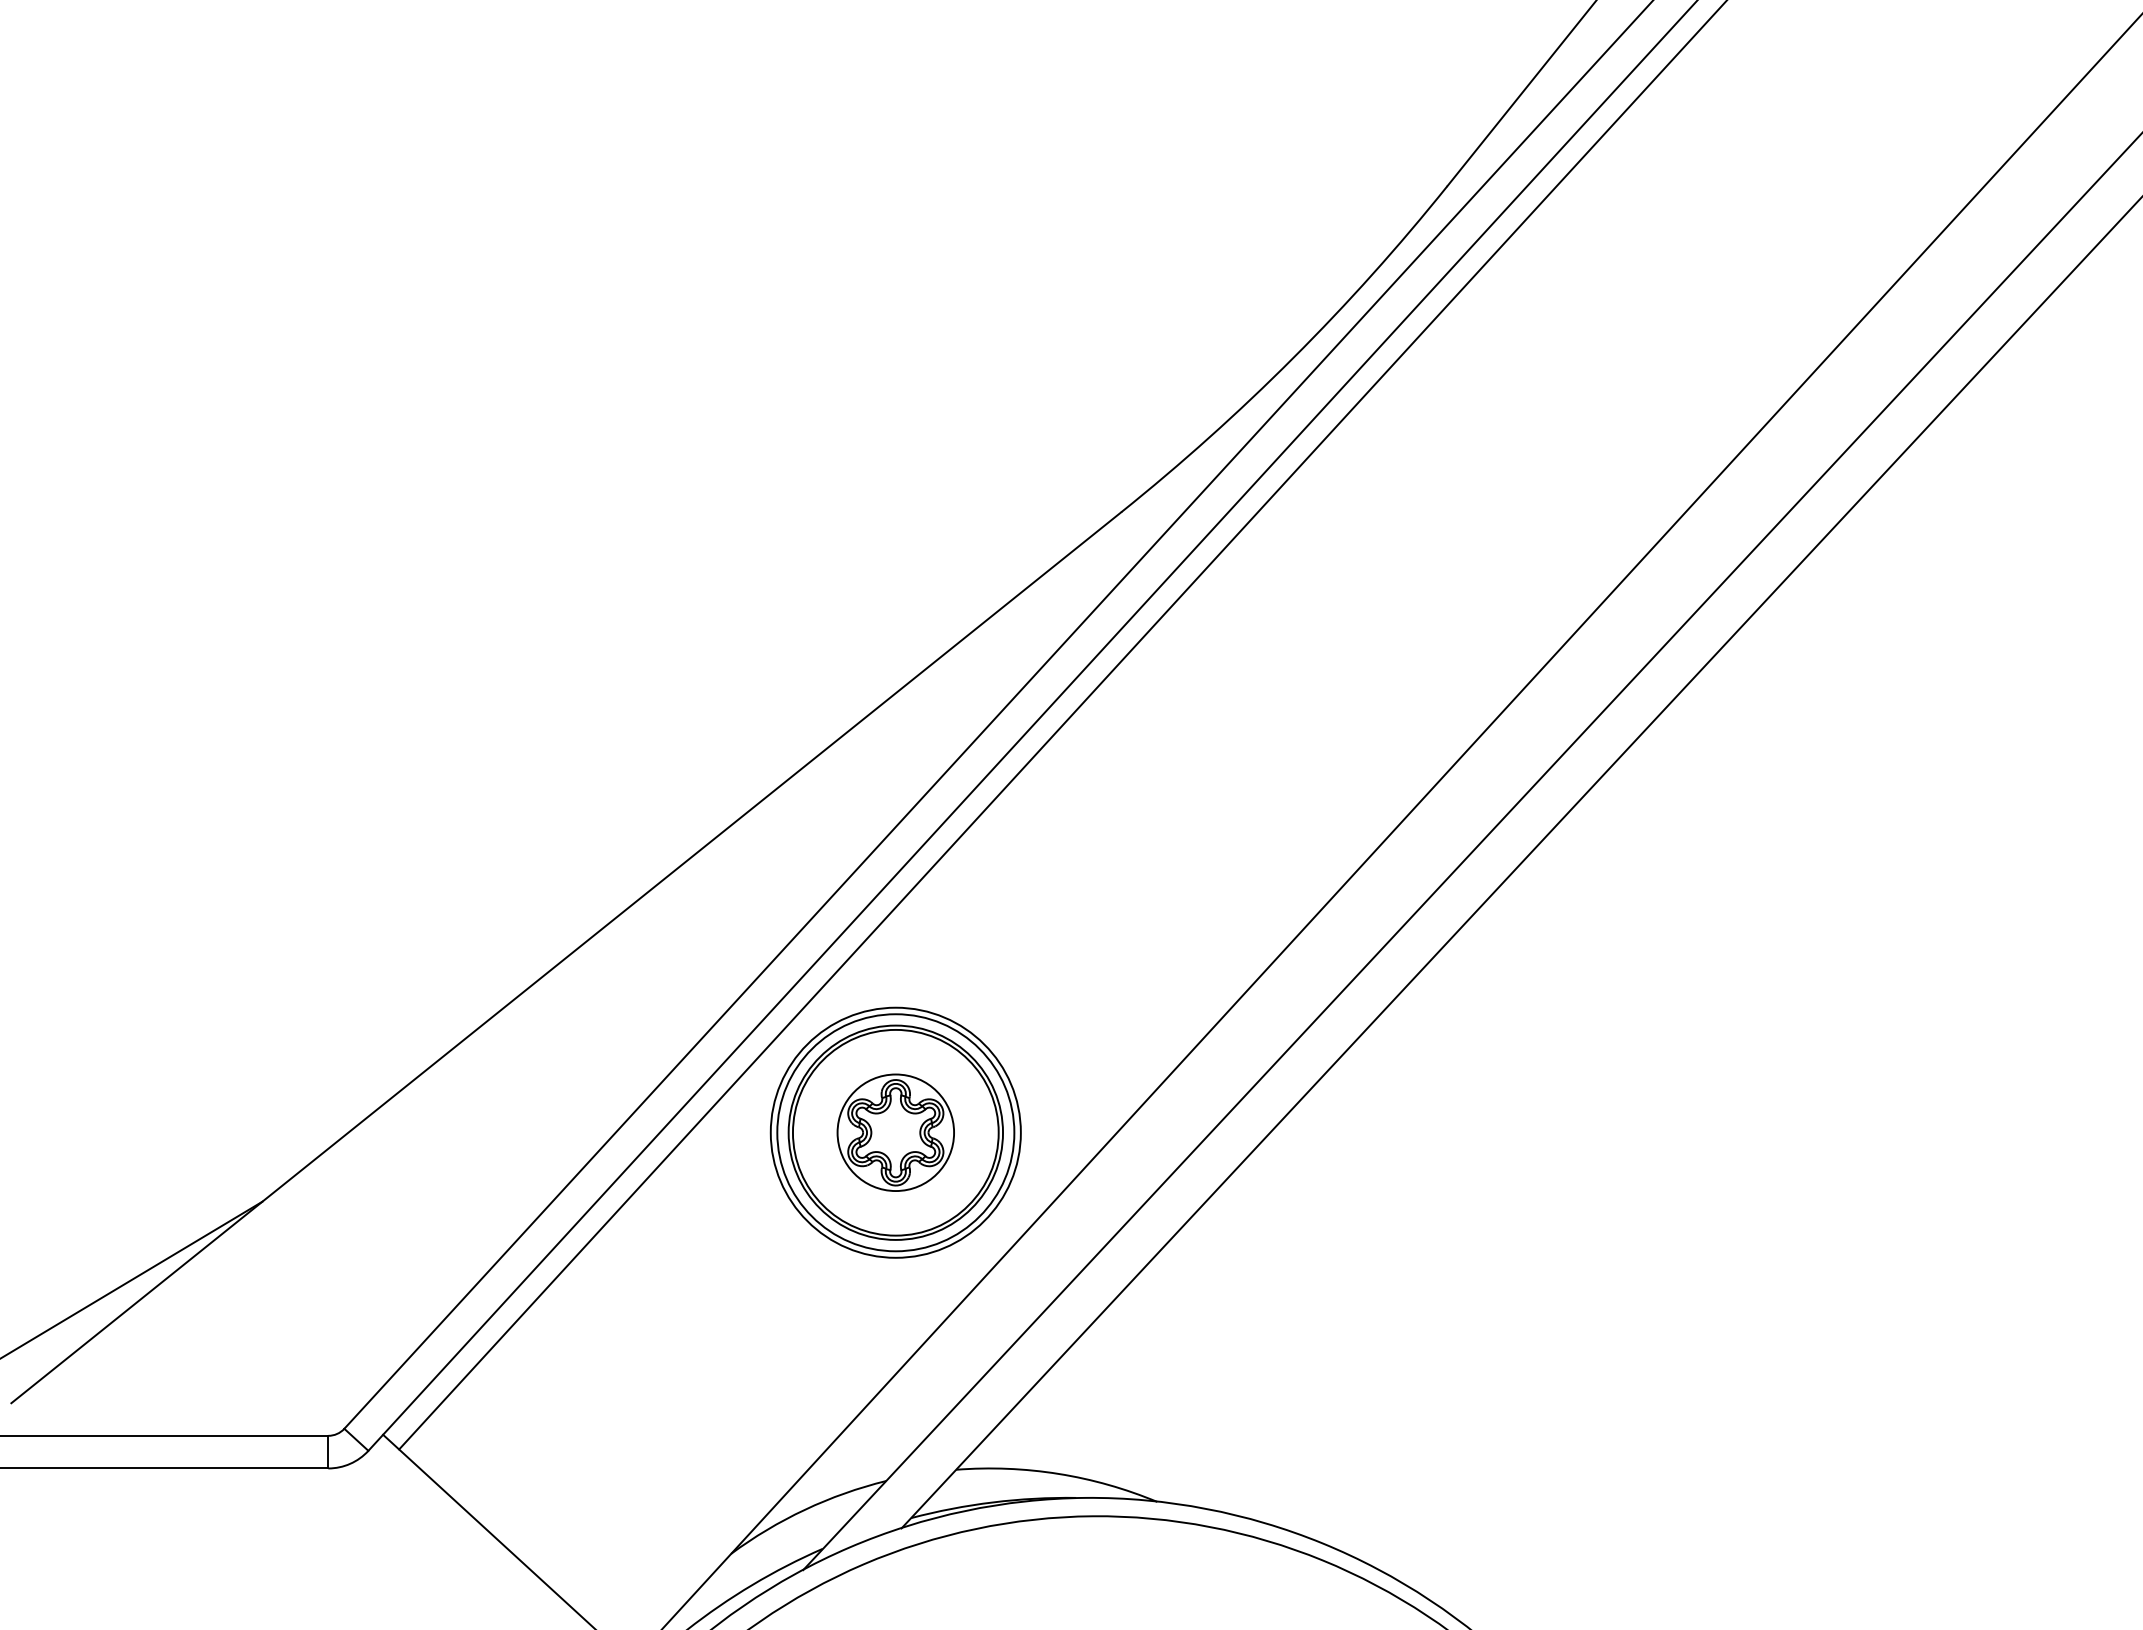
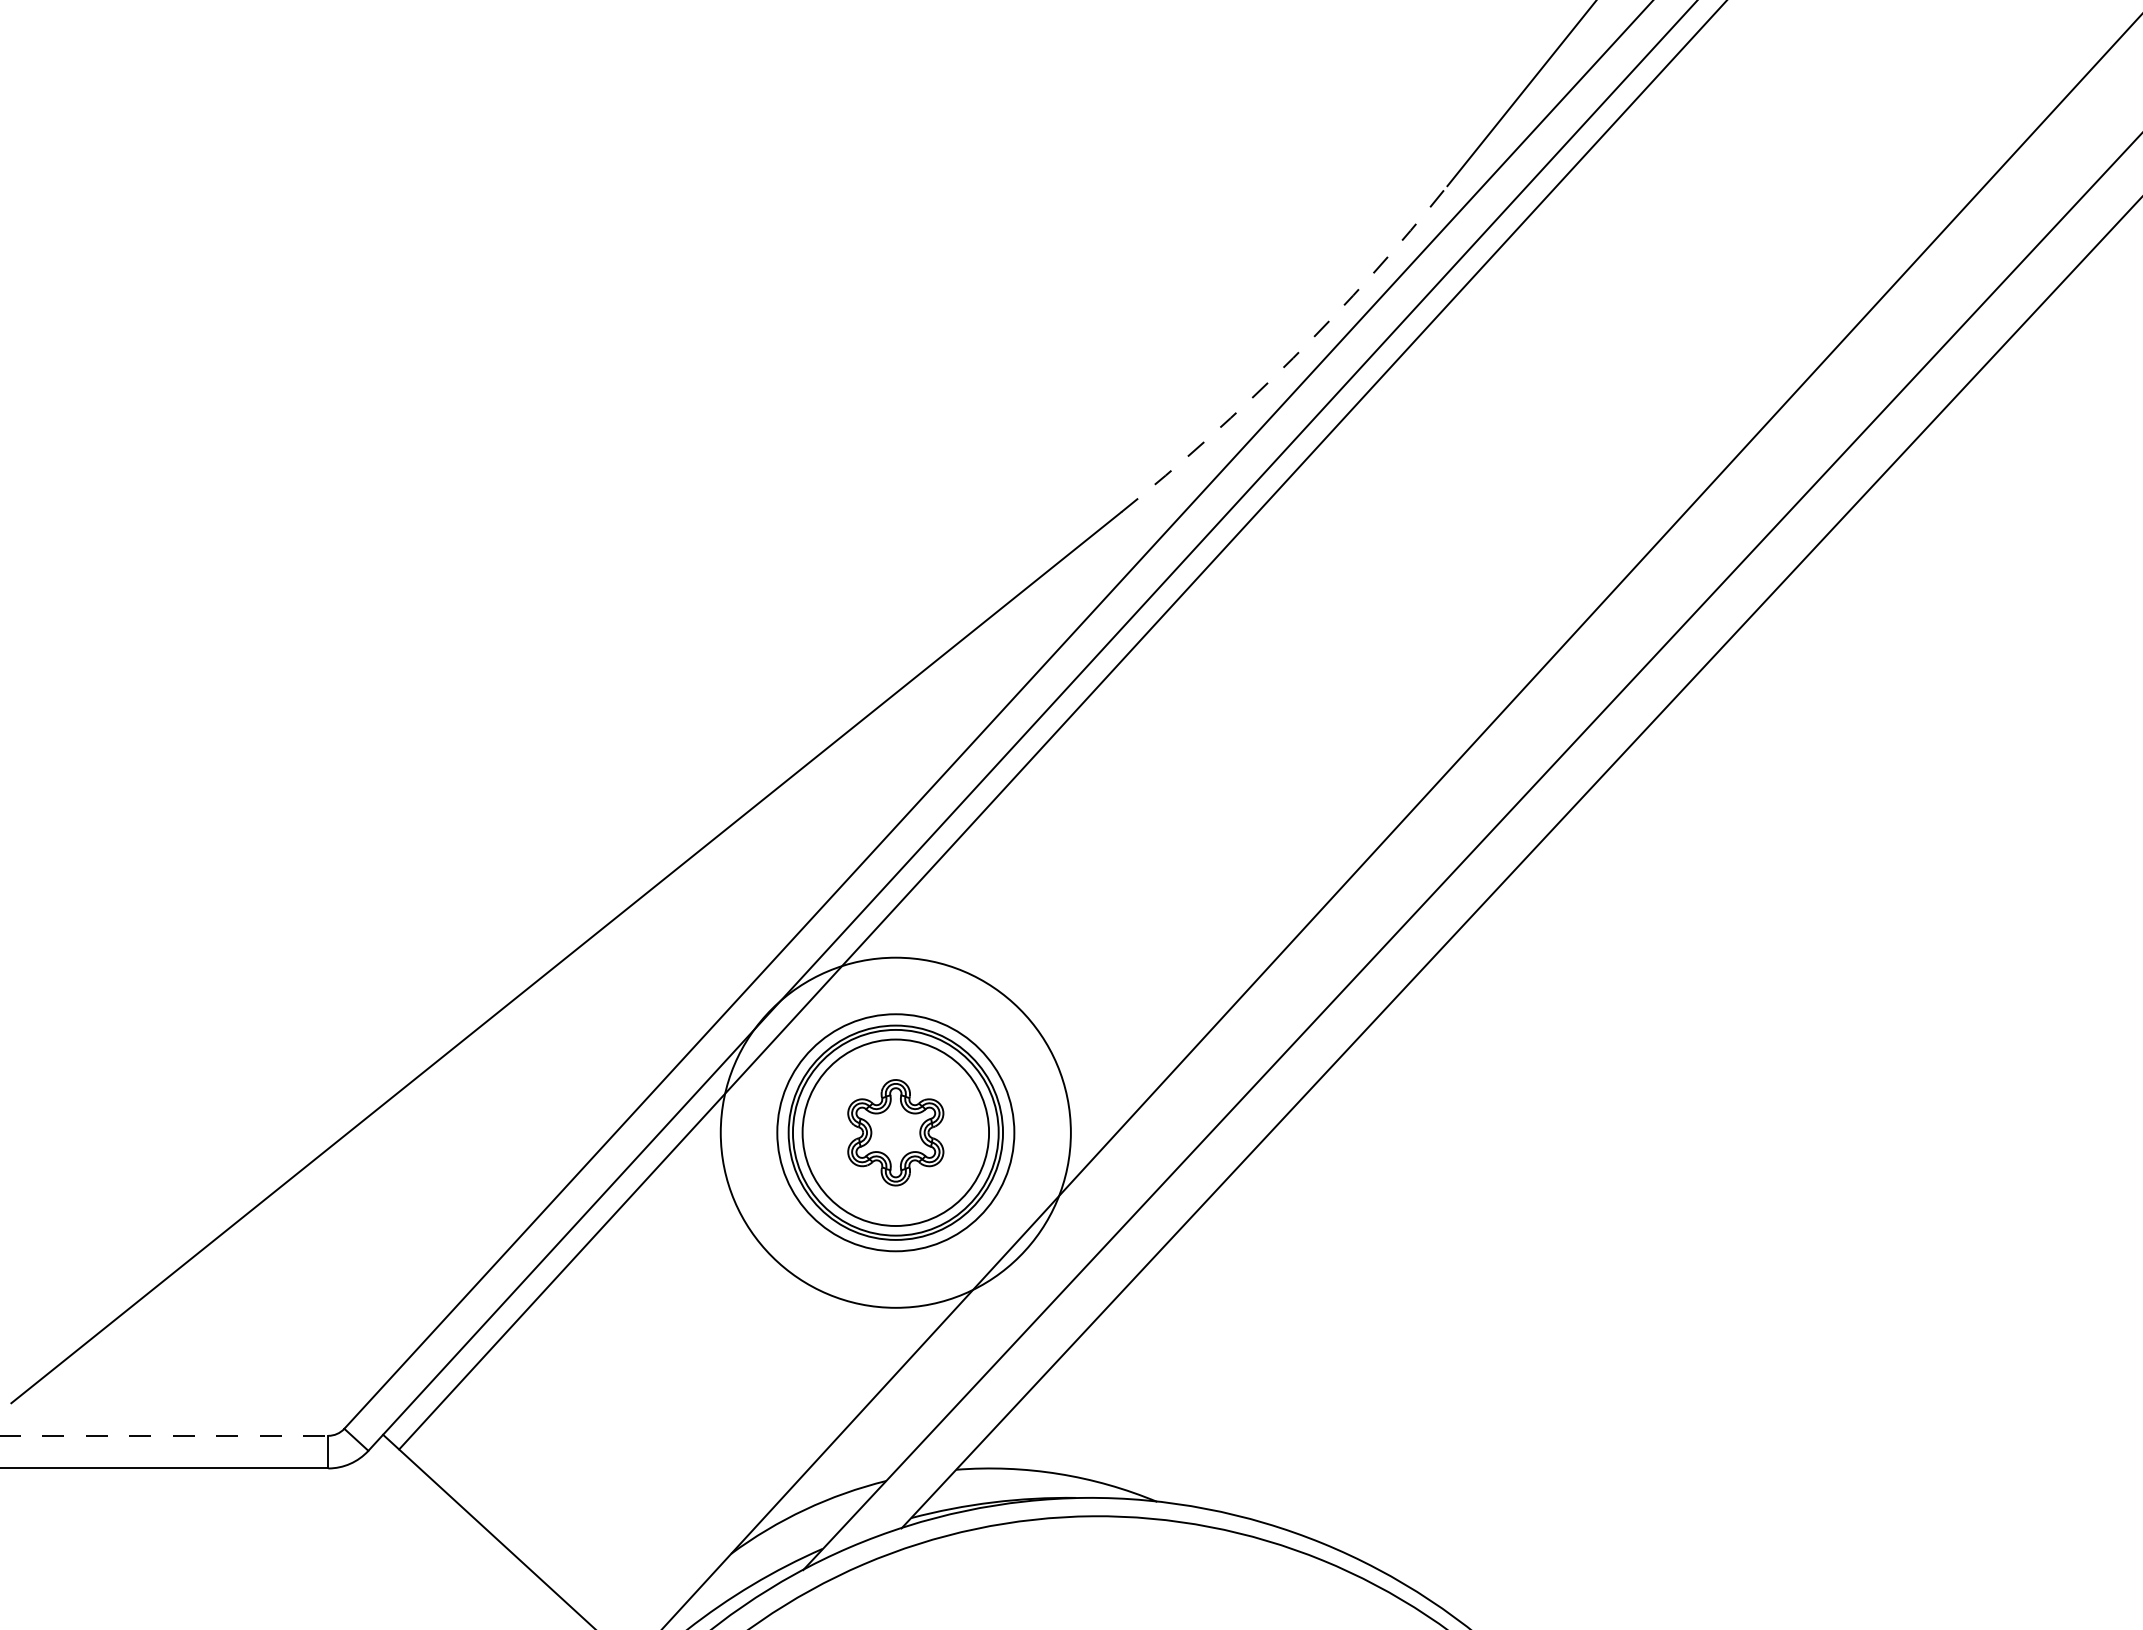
arc at (1293, 358): solid -> dashed
circle at (895, 1132) diameter: 117 px -> 186 px
circle at (895, 1132) diameter: 250 px -> 350 px
line at (132, 1279): present -> none
line at (164, 1435): solid -> dashed
